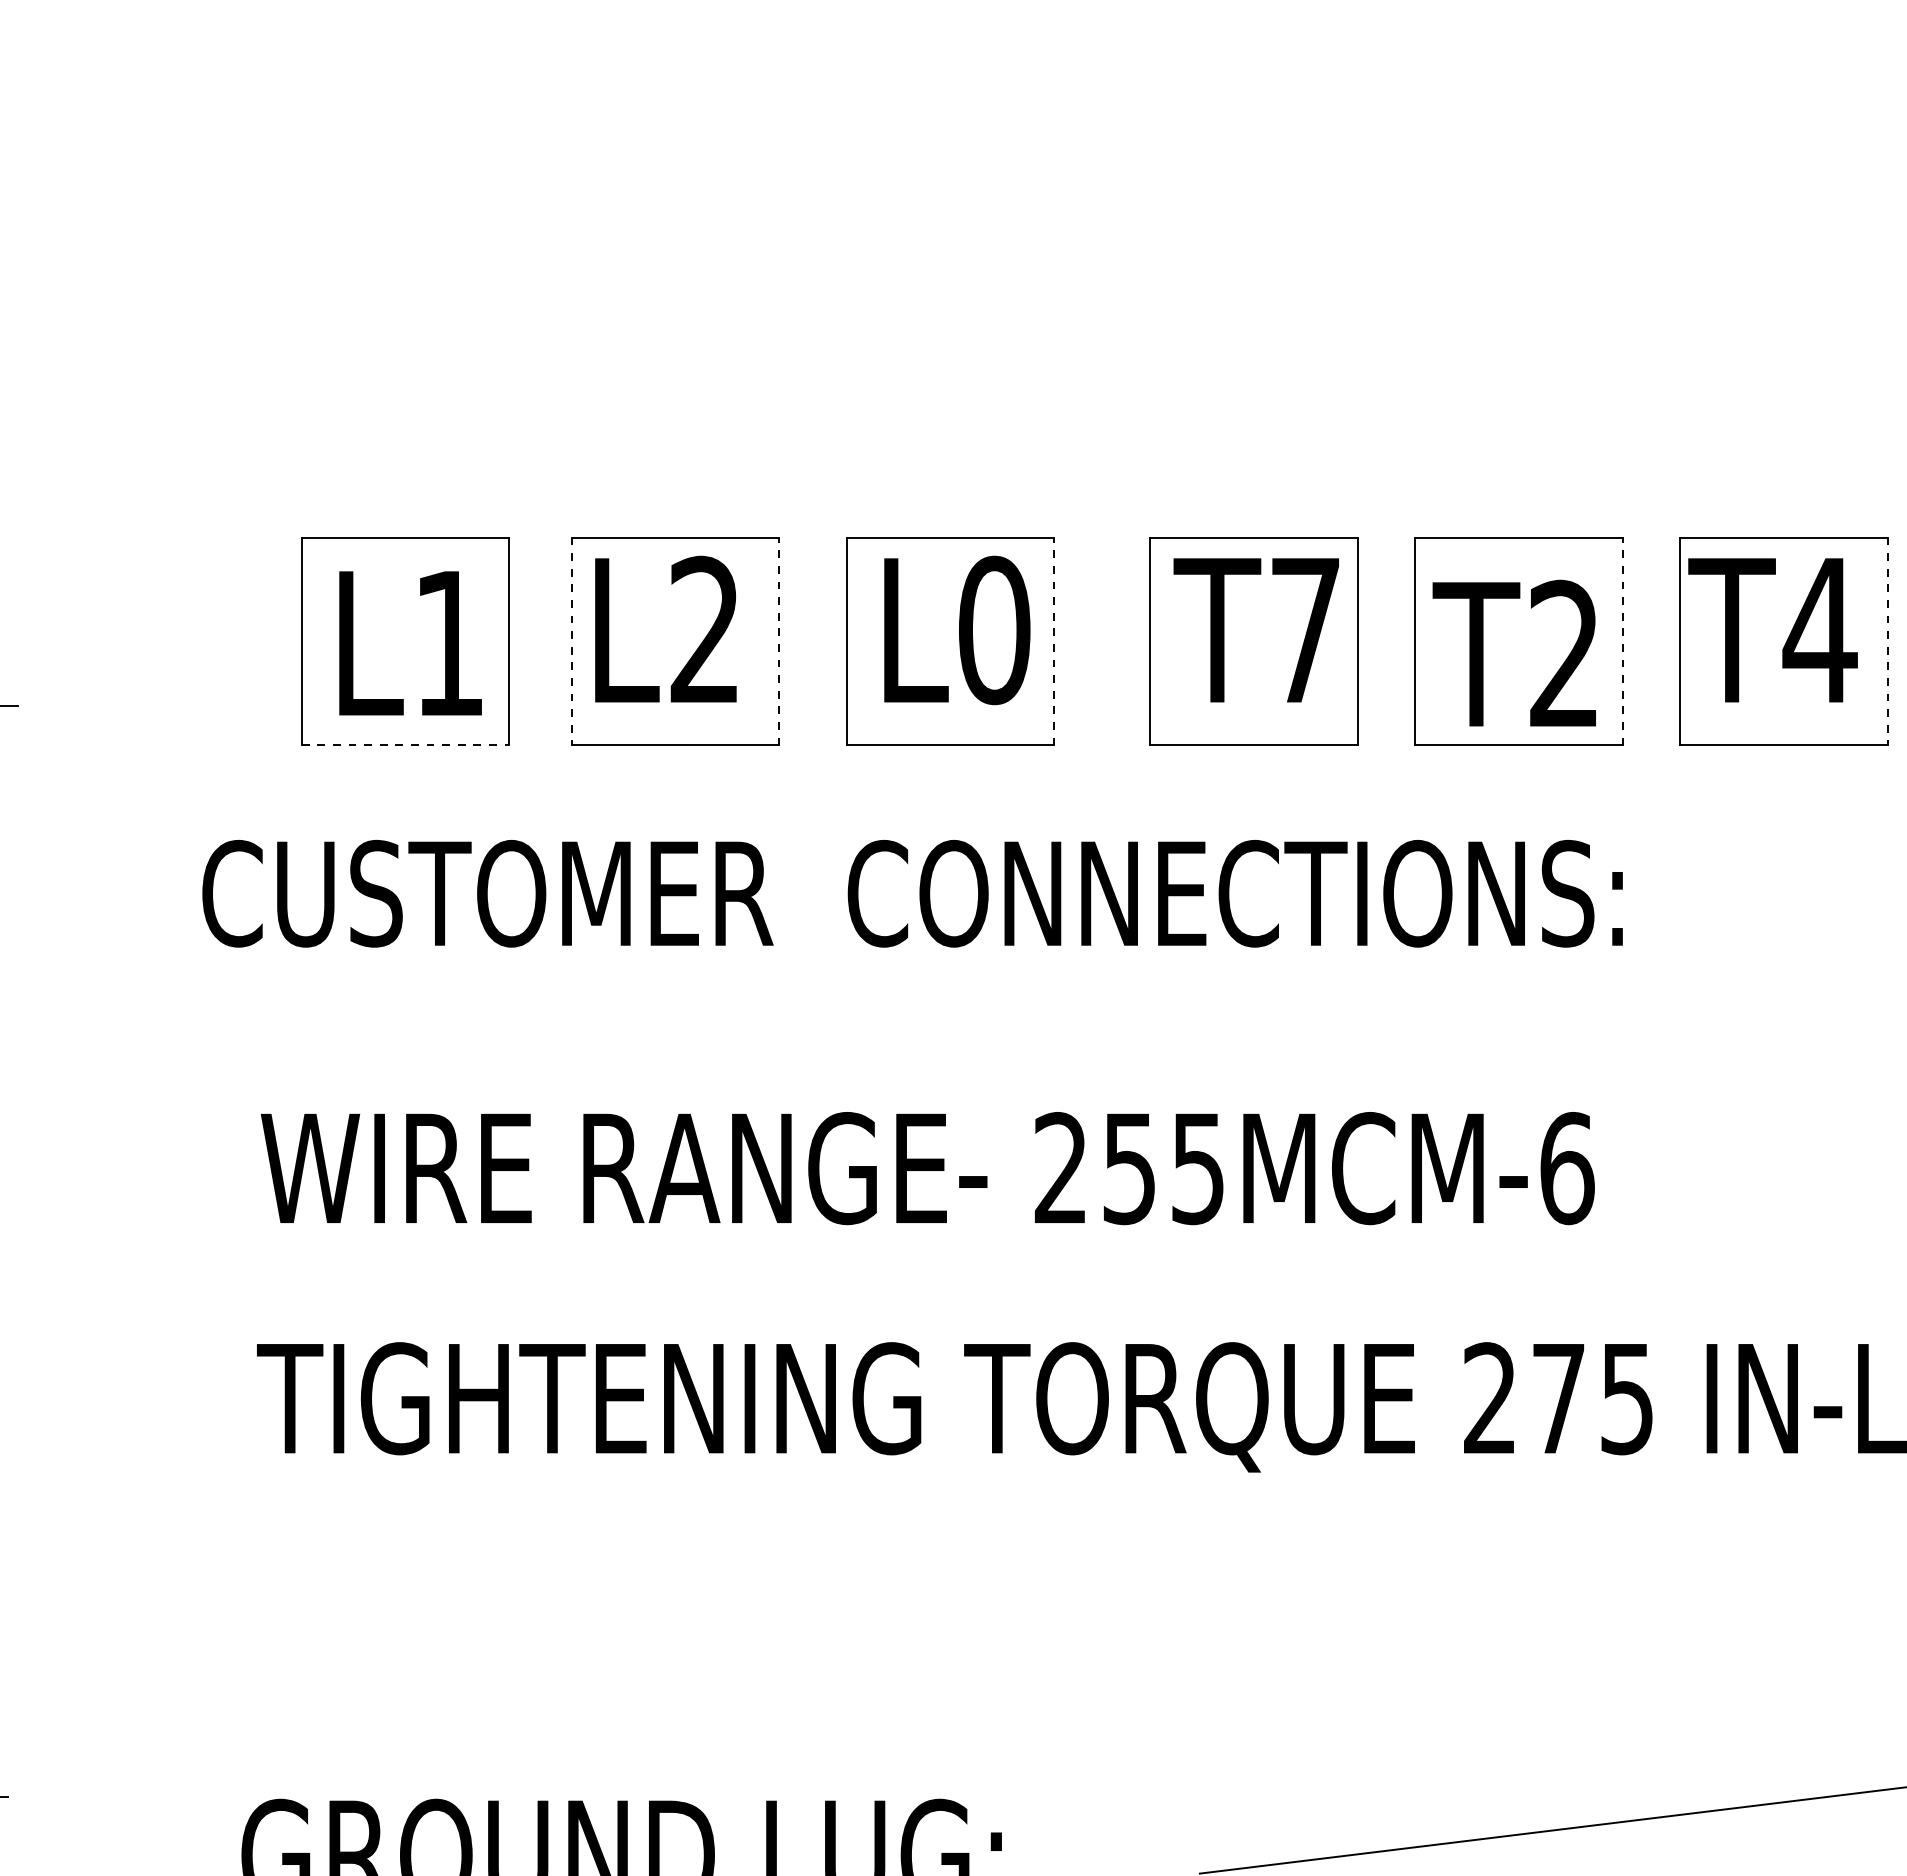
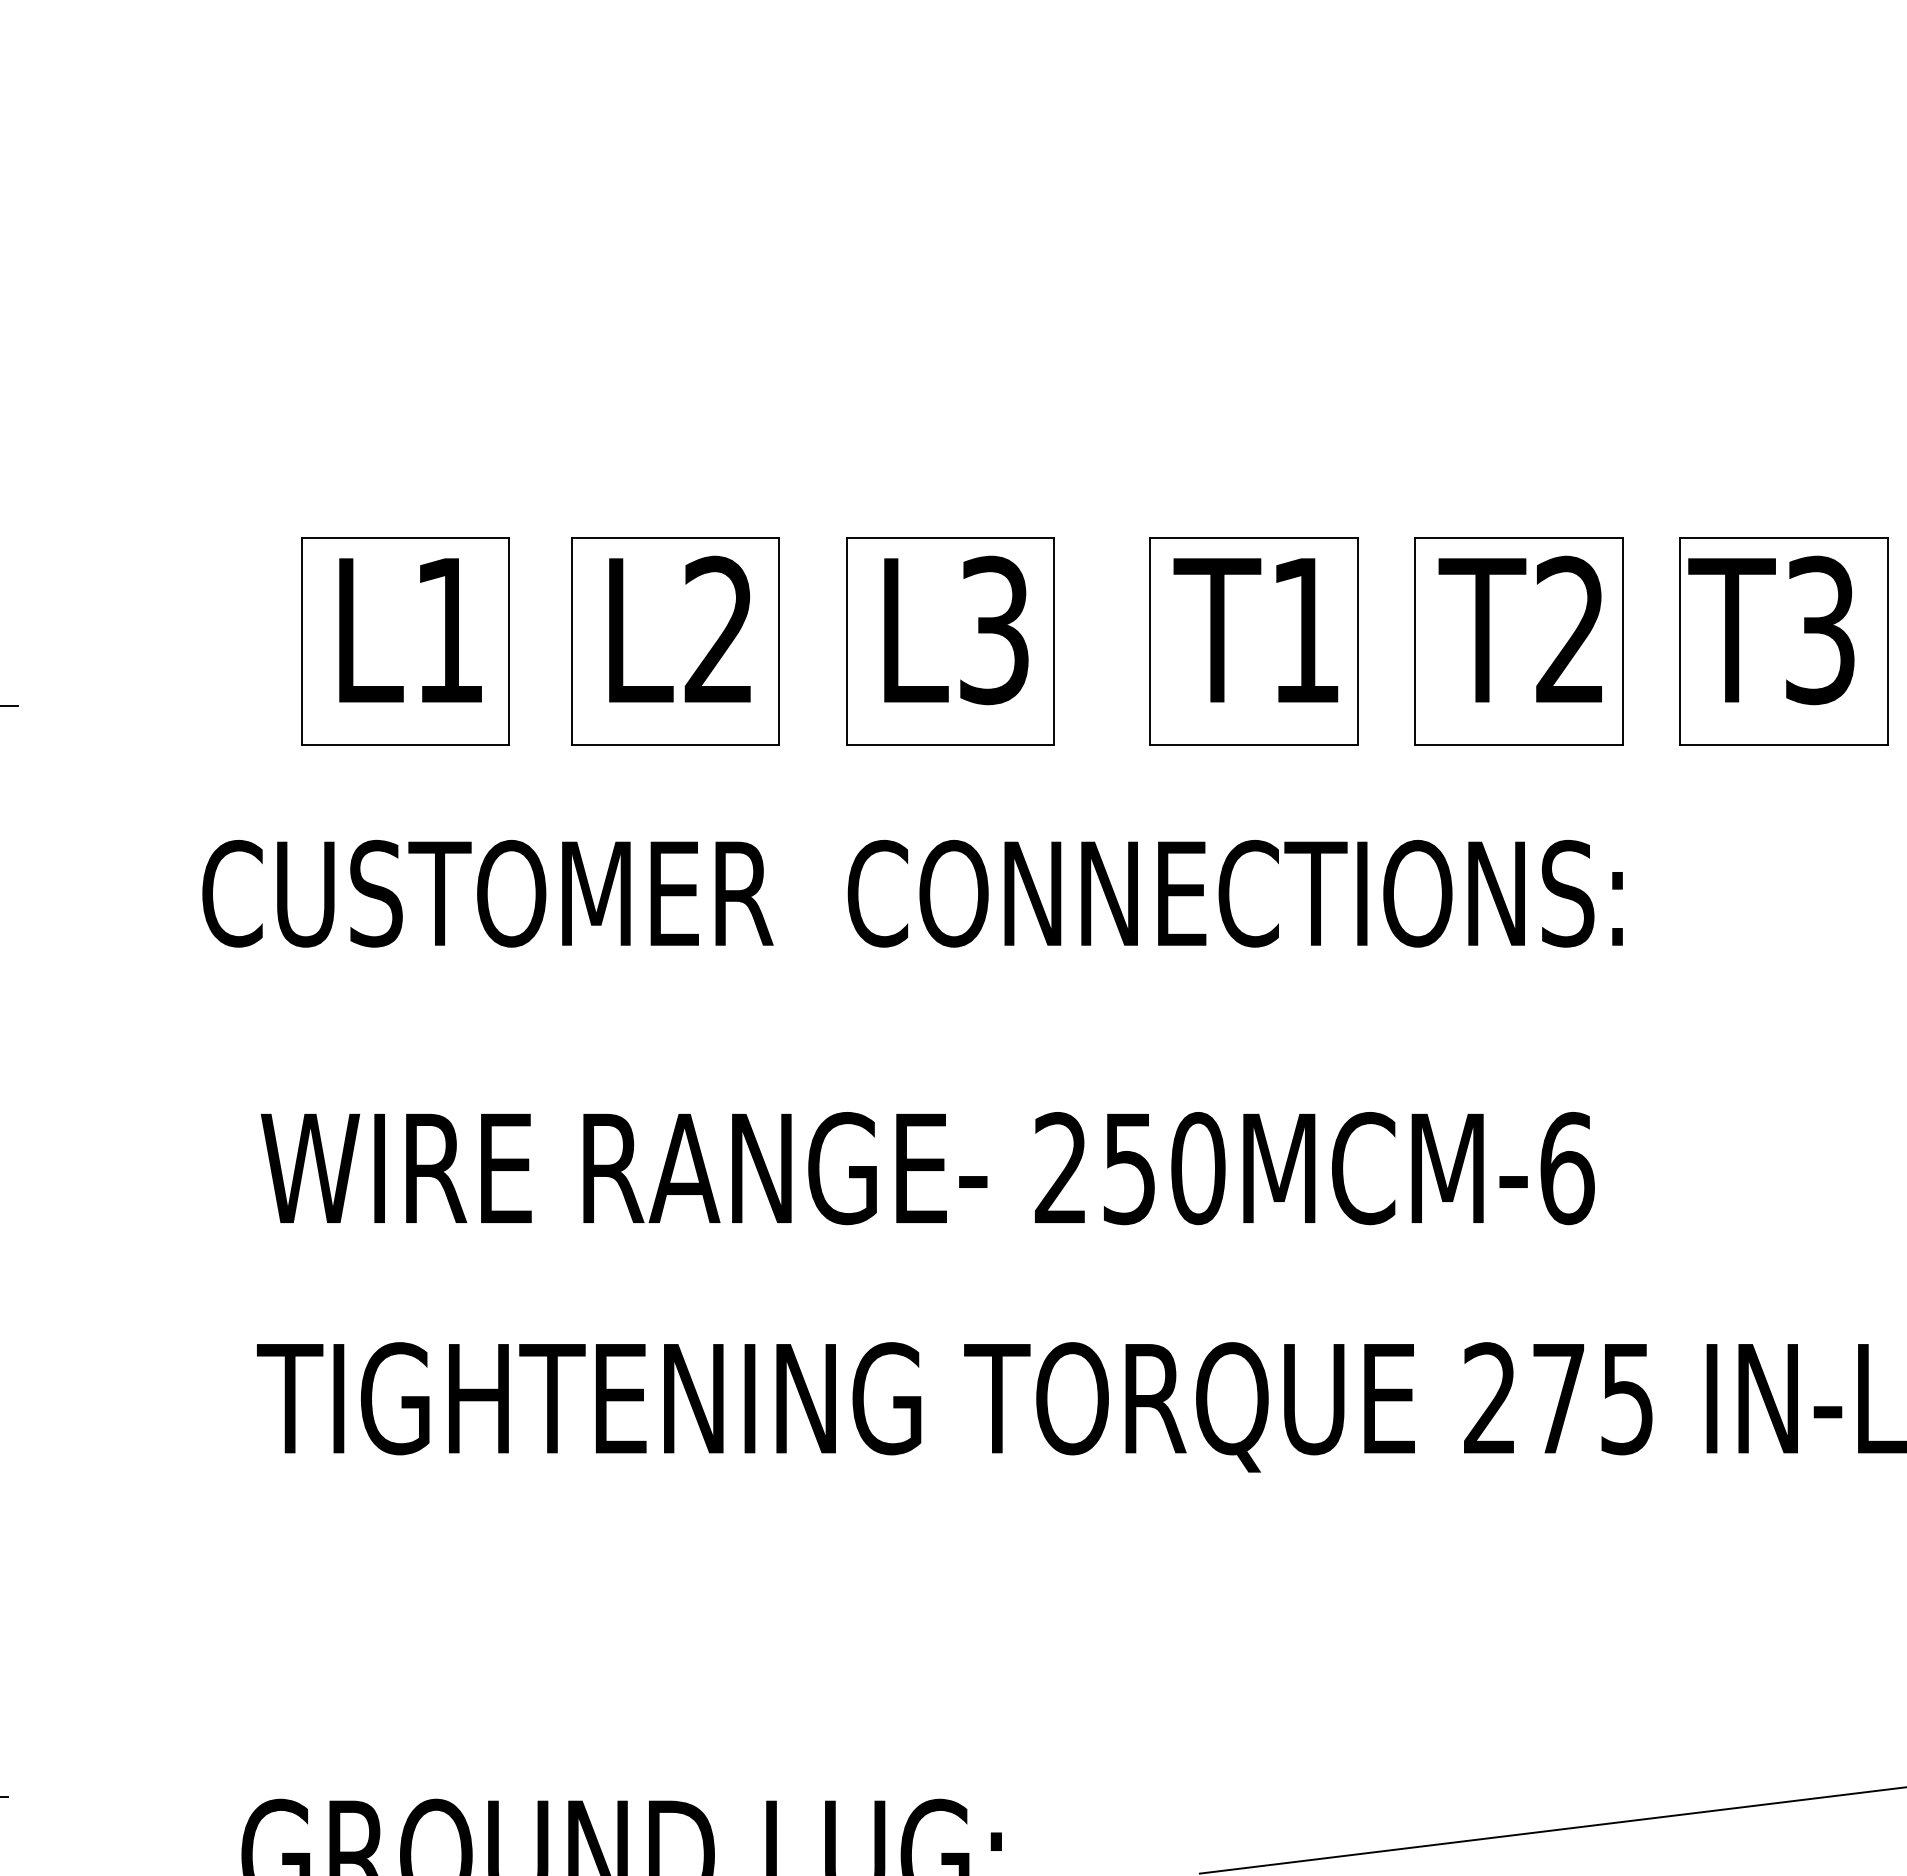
text at (665, 628) position: (665, 628) -> (679, 628)
text at (994, 630): L0 -> L3
text at (1305, 630): T7 -> T1
text at (1819, 630): T4 -> T3
line at (571, 641): dashed -> solid
line at (779, 641): dashed -> solid
line at (1054, 641): dashed -> solid
line at (1622, 641): dashed -> solid
line at (1888, 641): dashed -> solid
text at (410, 643) position: (410, 643) -> (410, 630)
text at (1513, 652) position: (1513, 652) -> (1519, 628)
line at (405, 745): dashed -> solid
text at (1198, 1168): 255MCM-6 -> 250MCM-6
